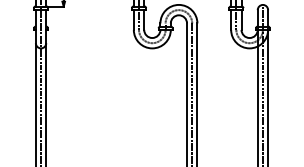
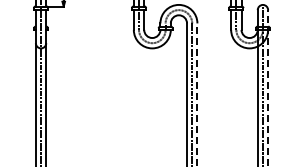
line at (268, 88): solid -> dashed
line at (197, 94): solid -> dashed
